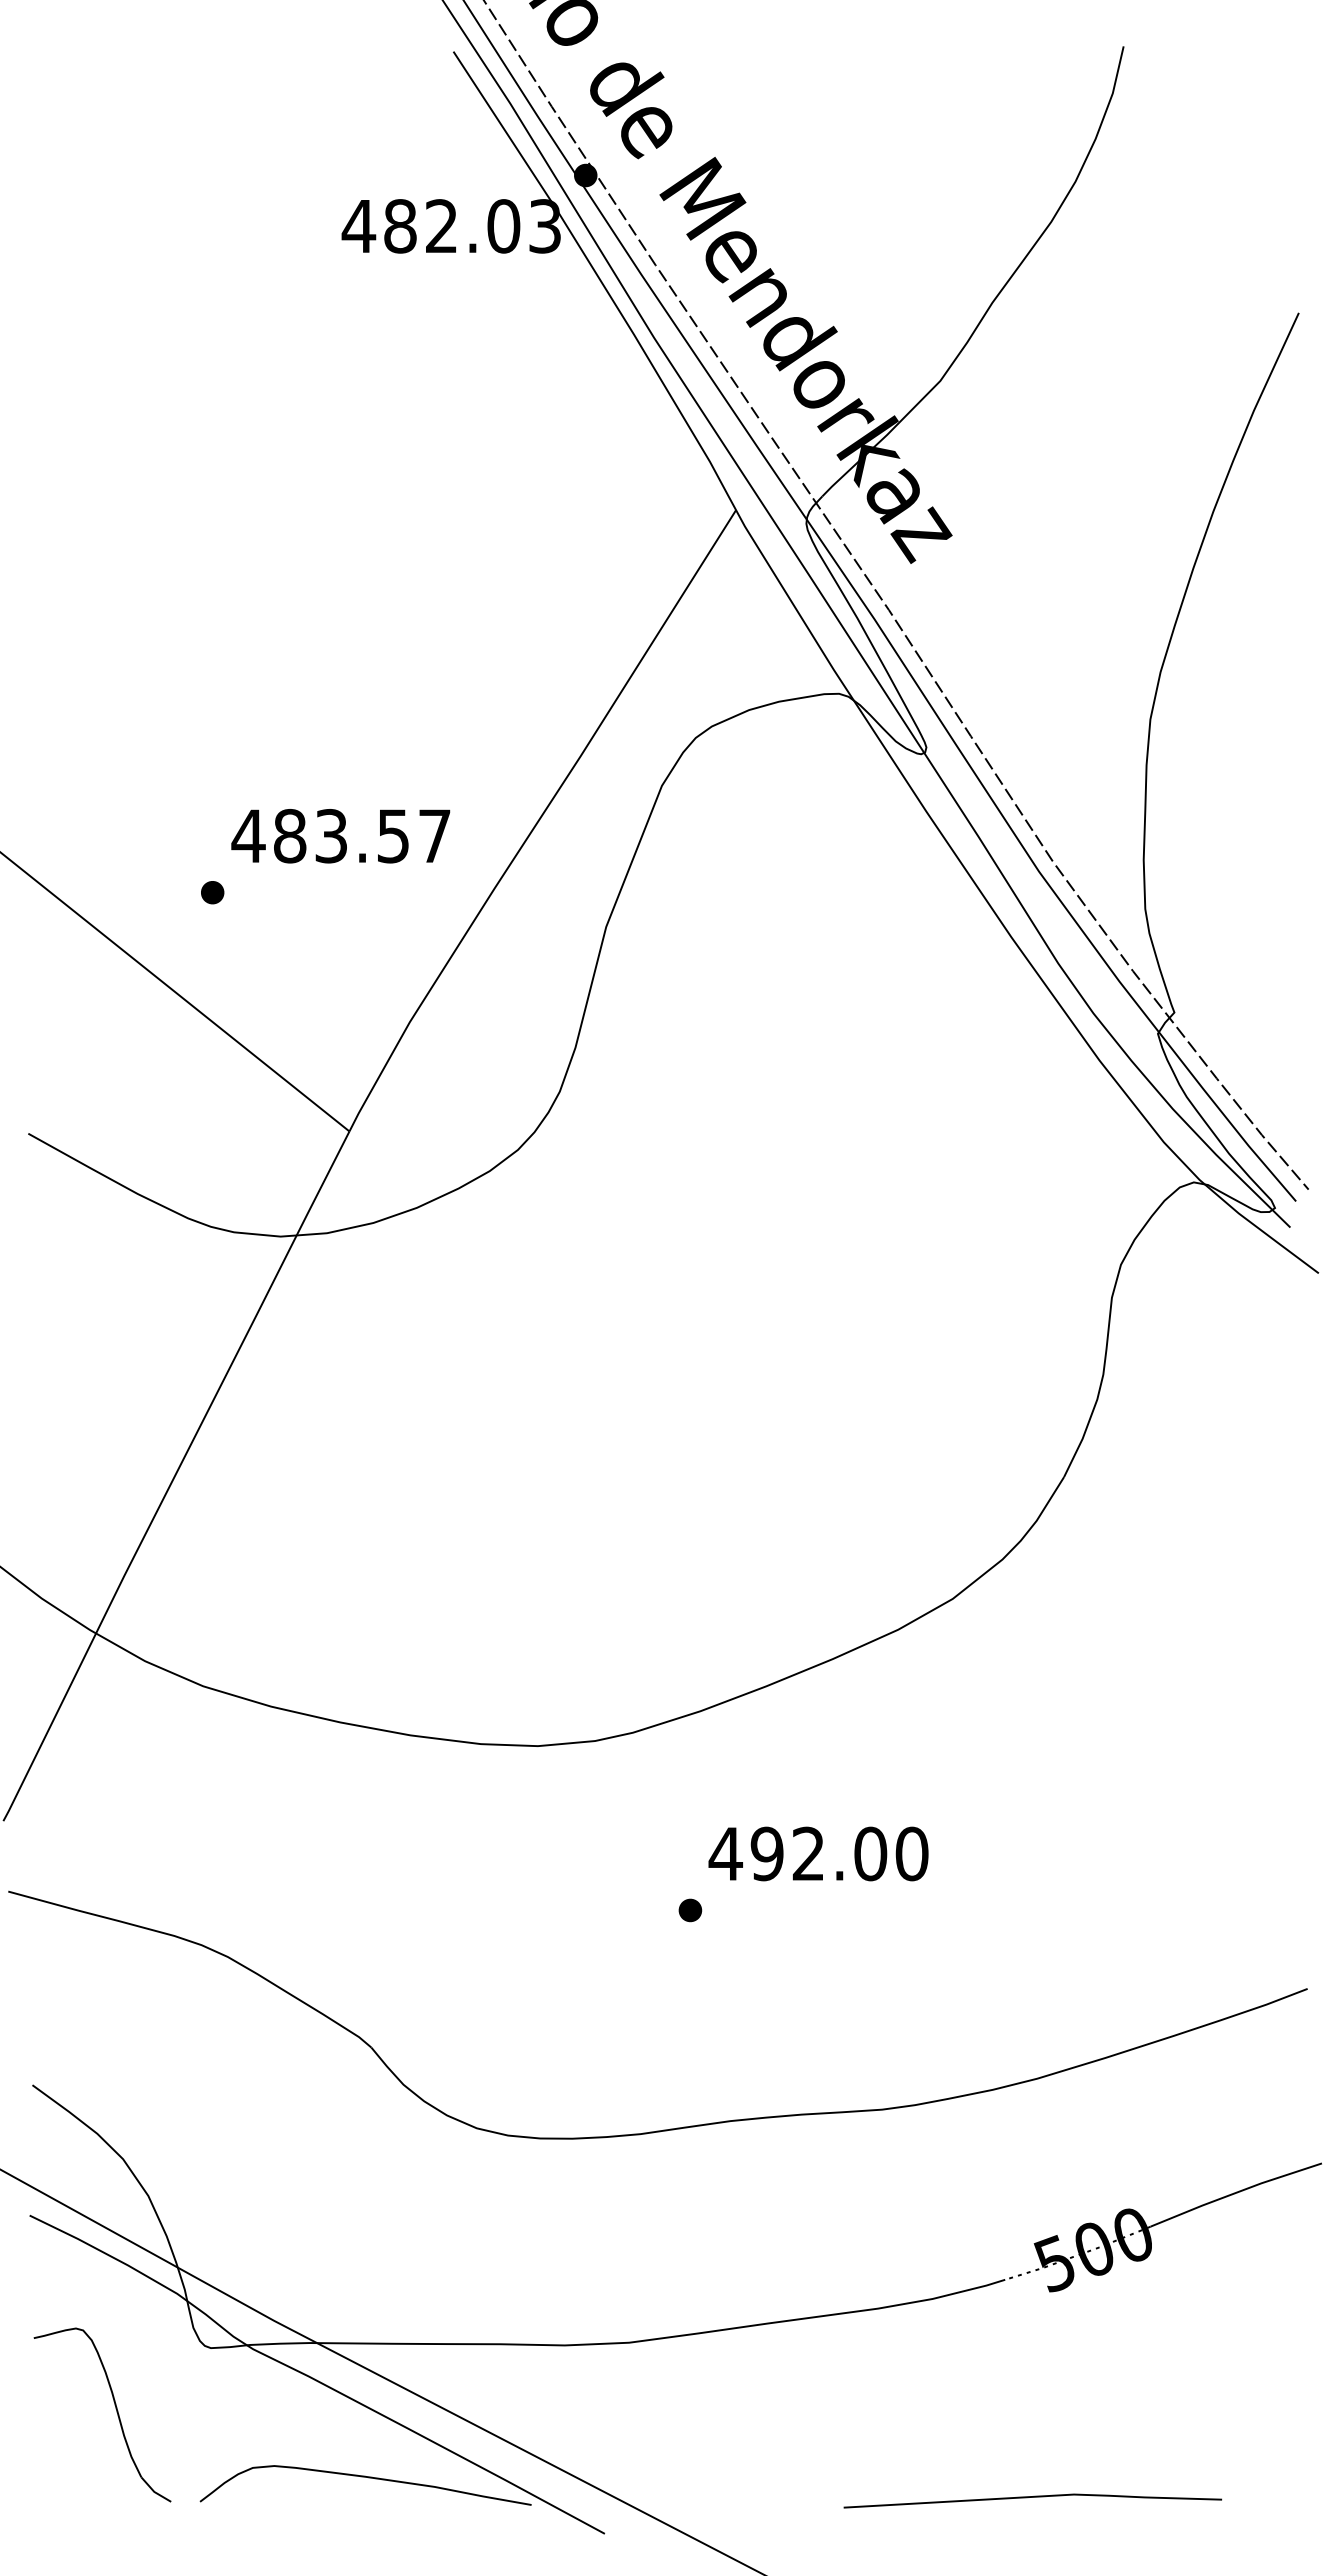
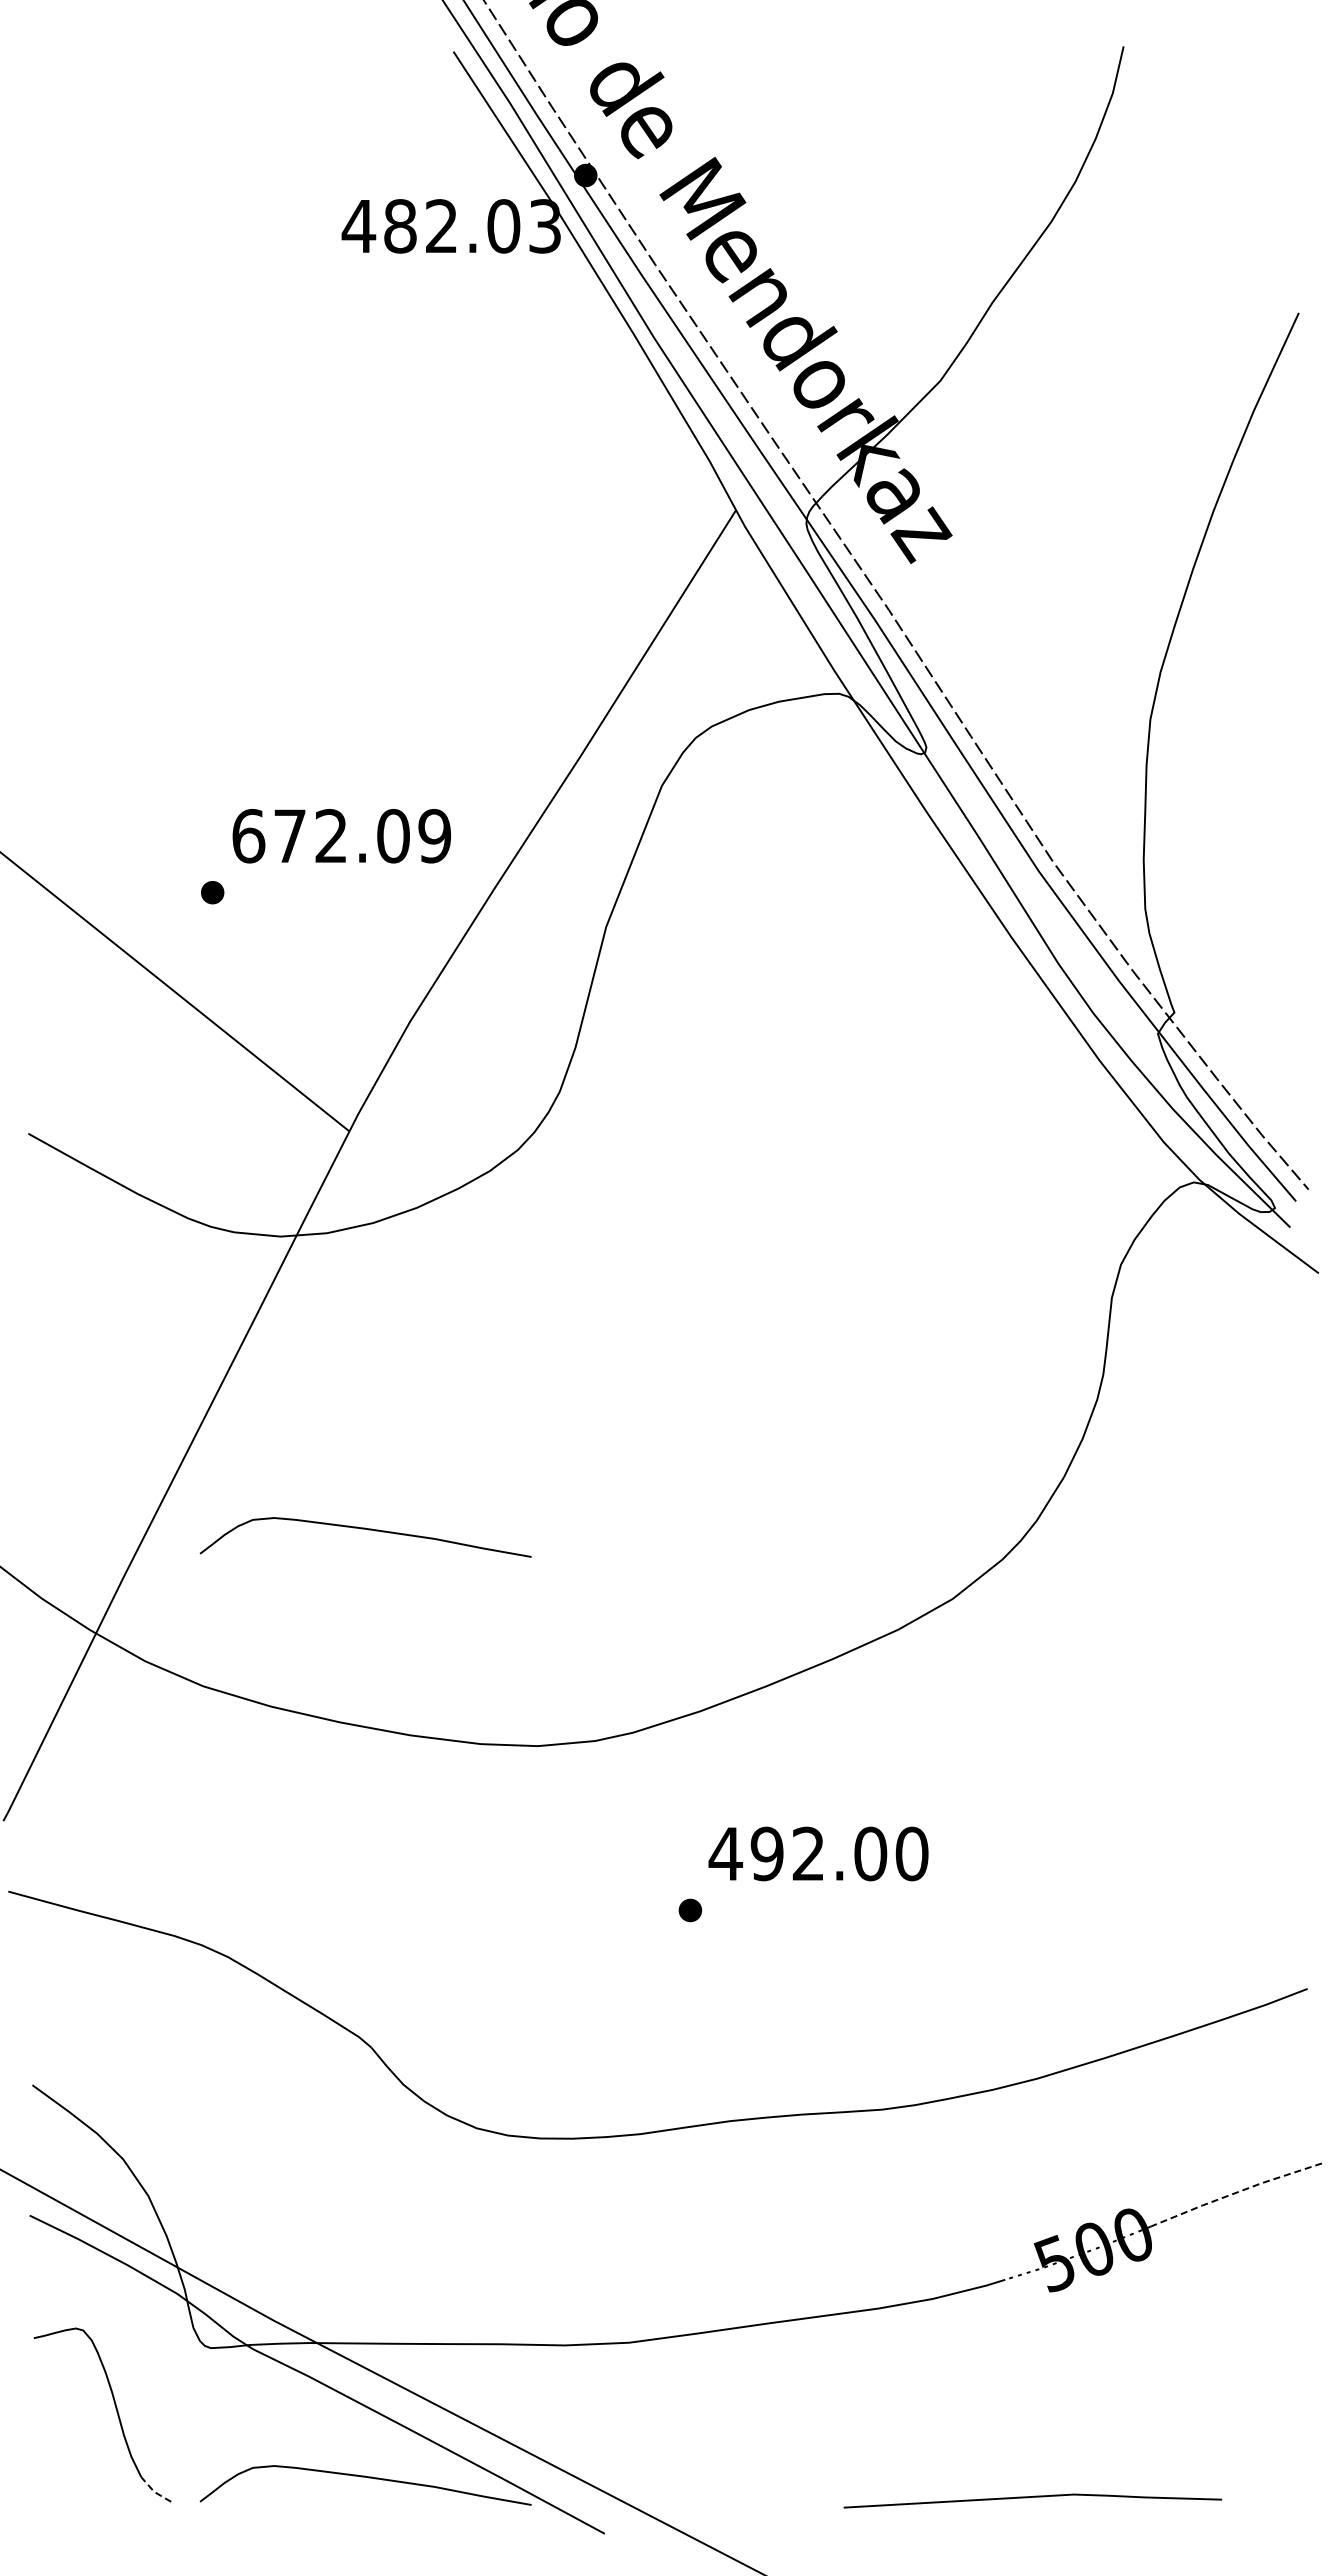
text at (341, 836): 483.57 -> 672.09
curve at (368, 1530): none -> present
line at (1235, 2193): solid -> dashed
line at (154, 2491): solid -> dashed
